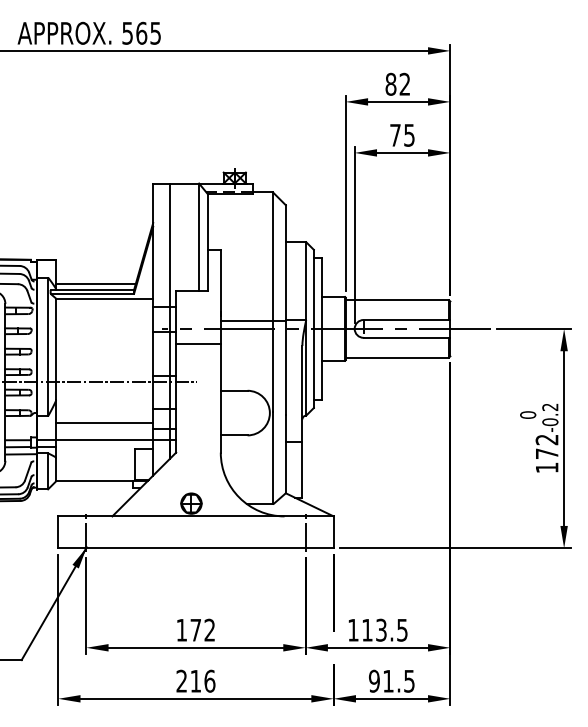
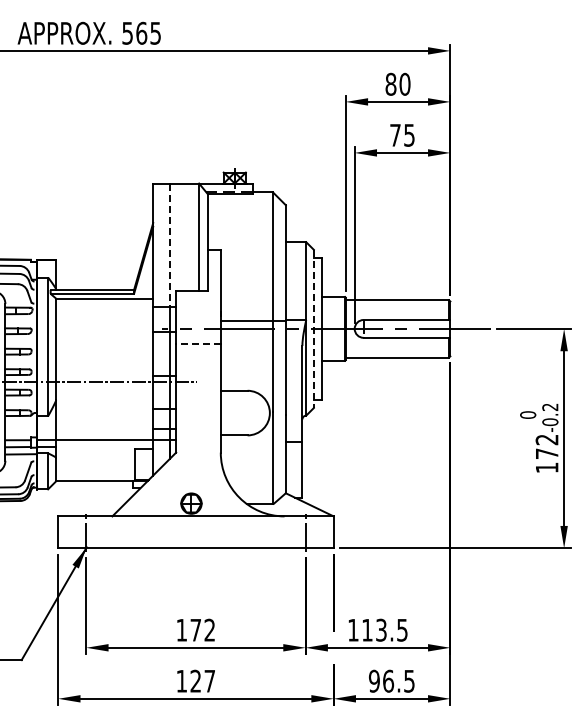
text at (404, 83): 82 -> 80
line at (169, 245): solid -> dashed
line at (95, 284): present -> none
line at (313, 329): solid -> dashed
line at (197, 344): solid -> dashed
line at (104, 422): present -> none
text at (195, 680): 216 -> 127
text at (388, 680): 91.5 -> 96.5
